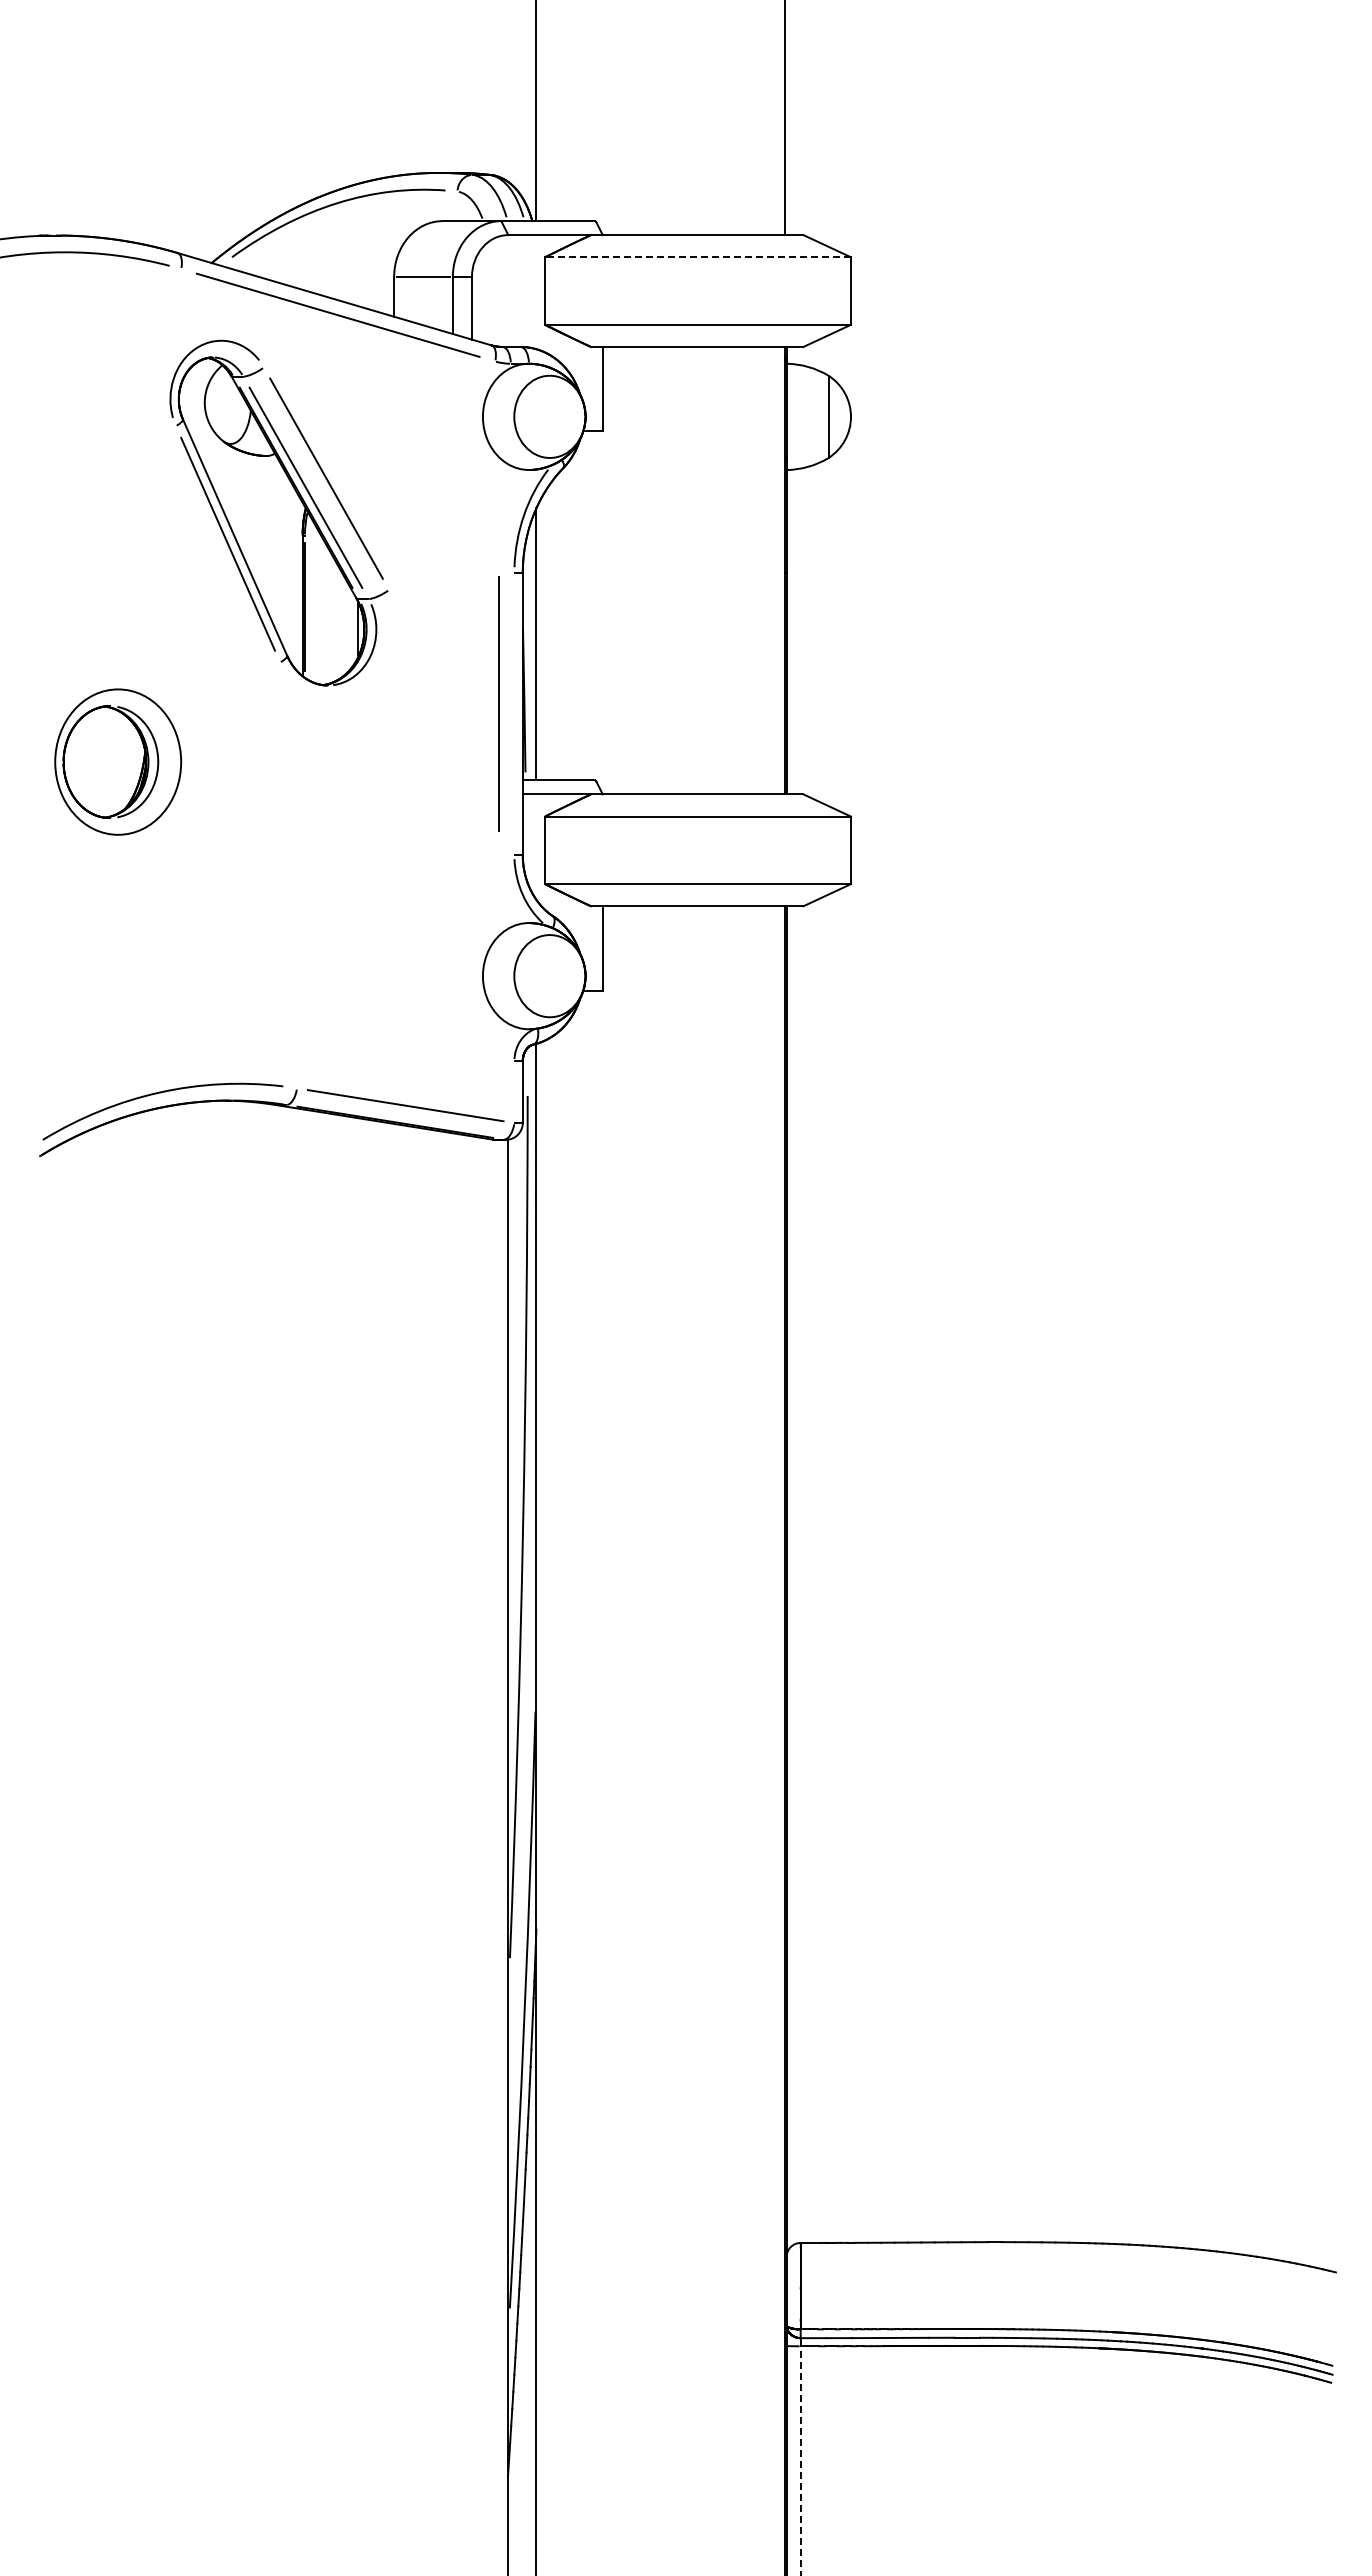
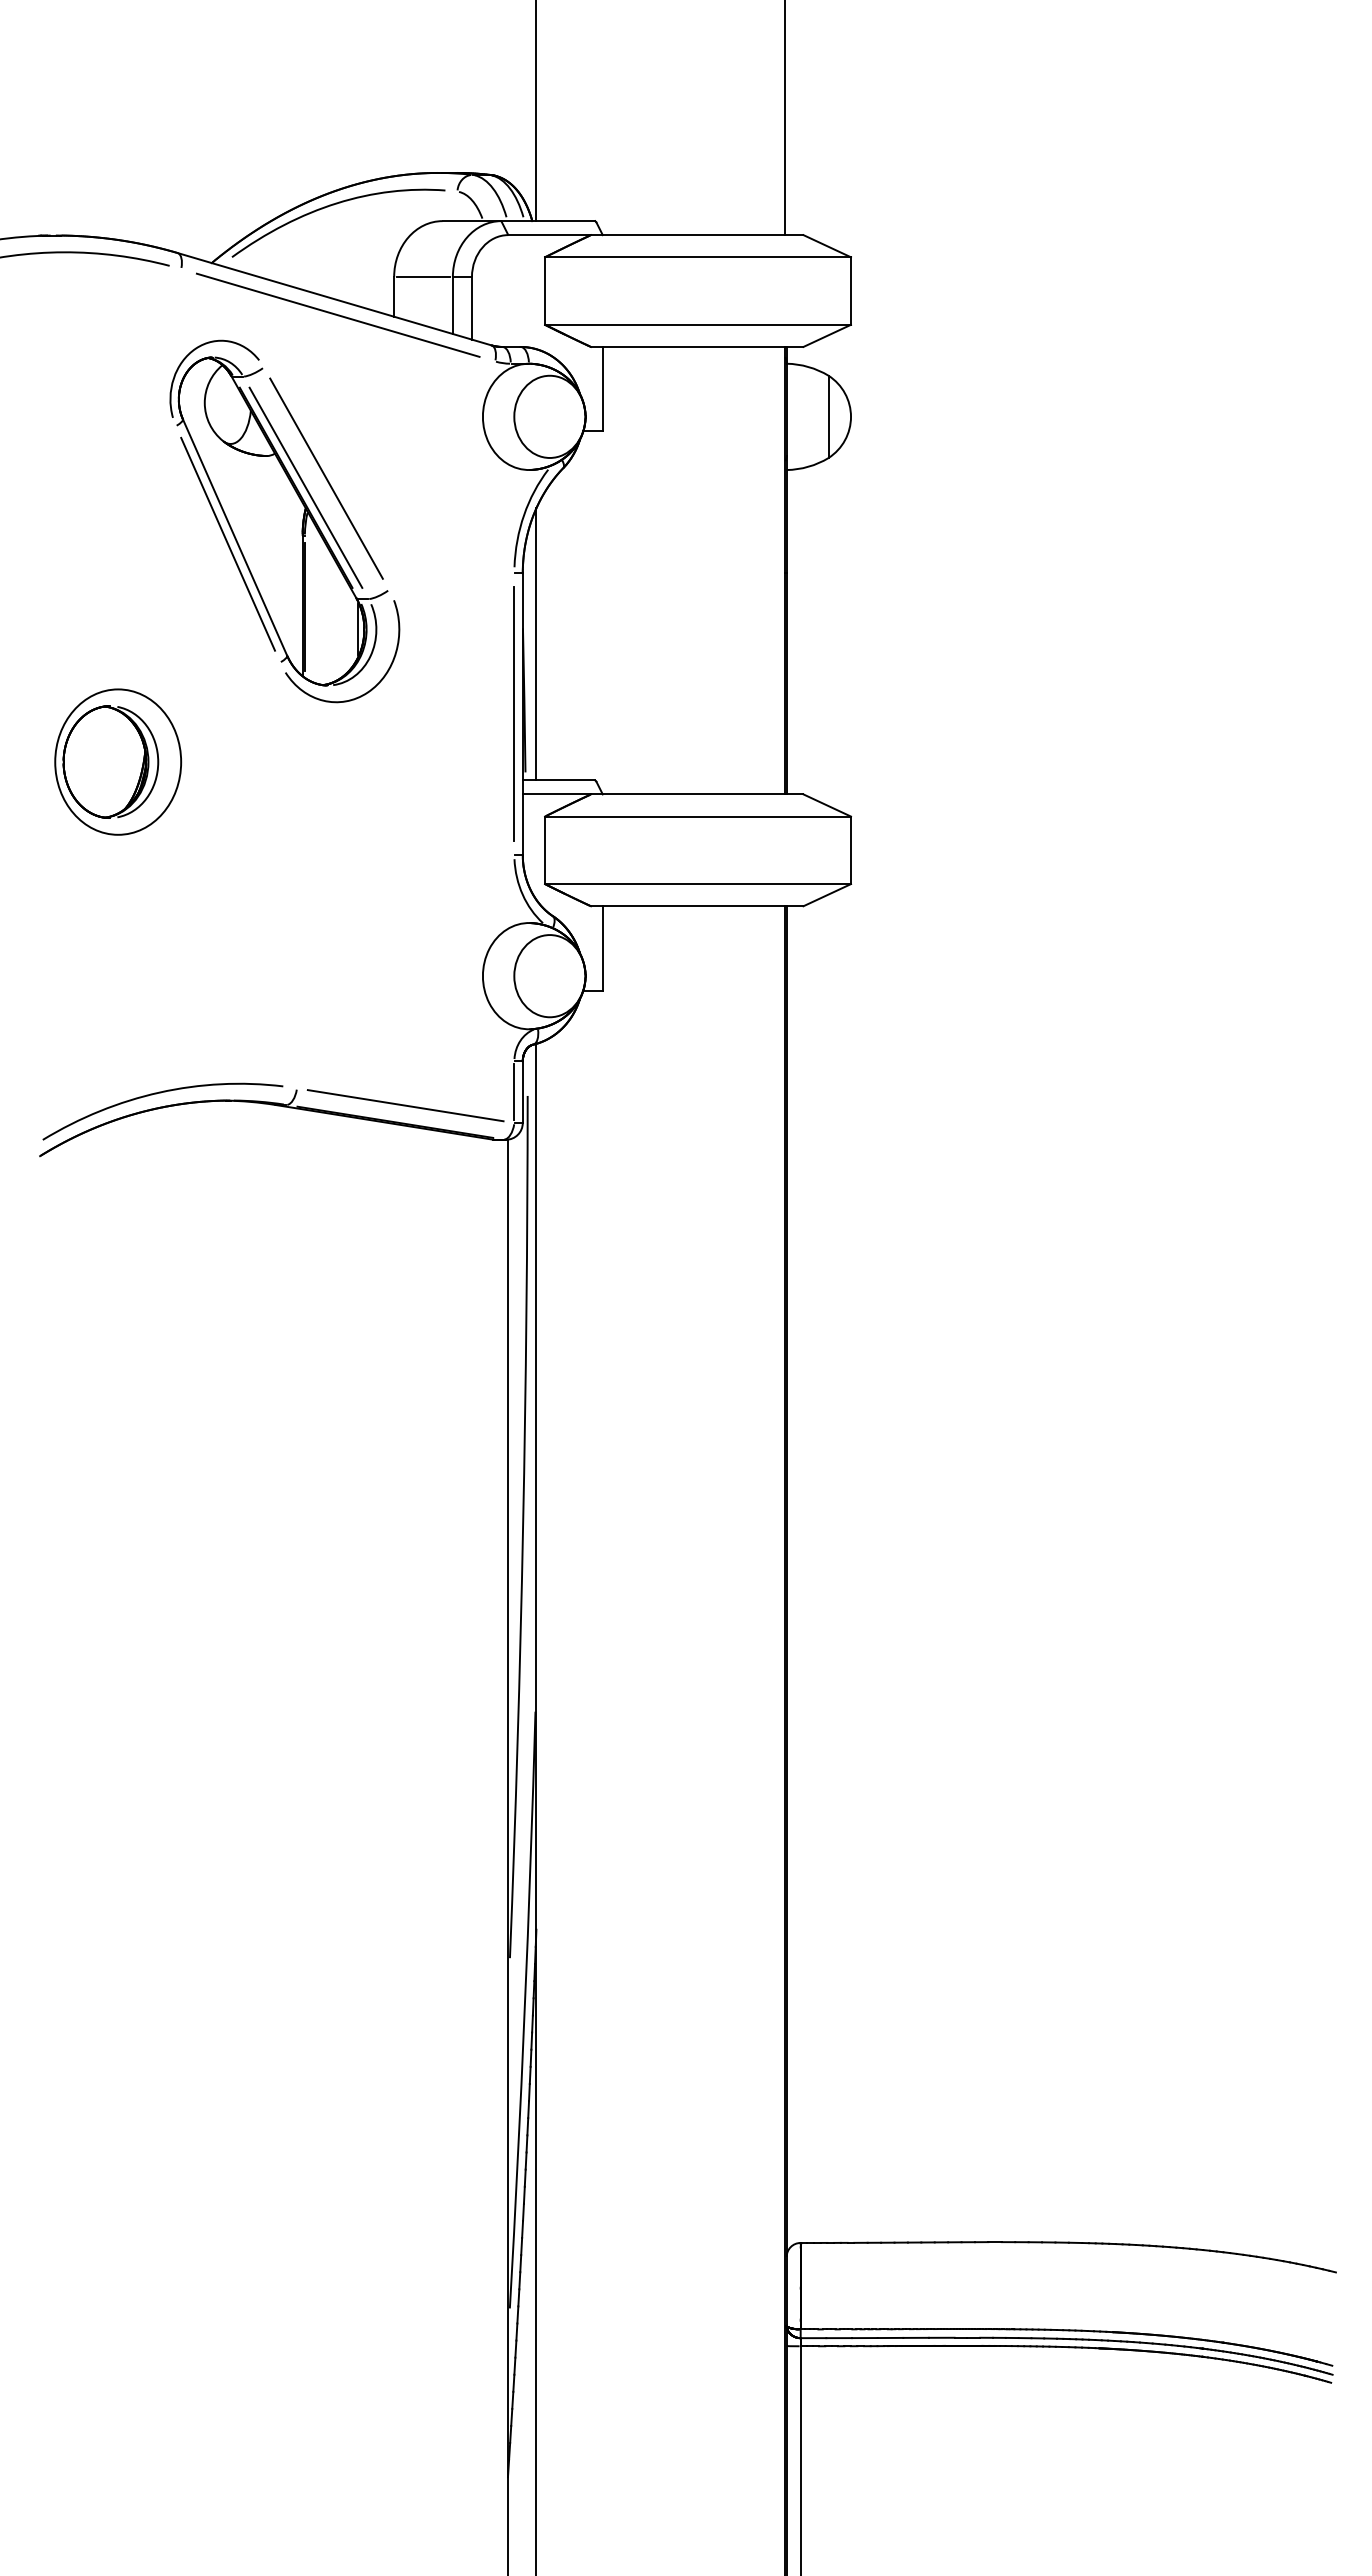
line at (698, 257): dashed -> solid
curve at (373, 686): none -> present
line at (498, 703) position: (498, 703) -> (513, 713)
line at (514, 1091): none -> present
line at (800, 2460): dashed -> solid
